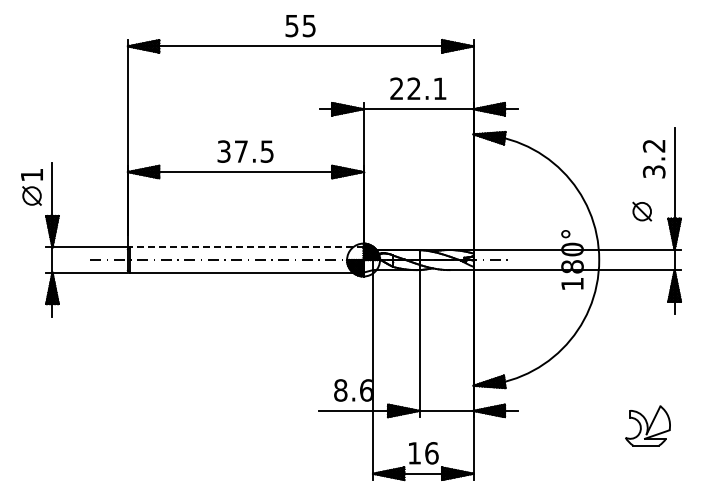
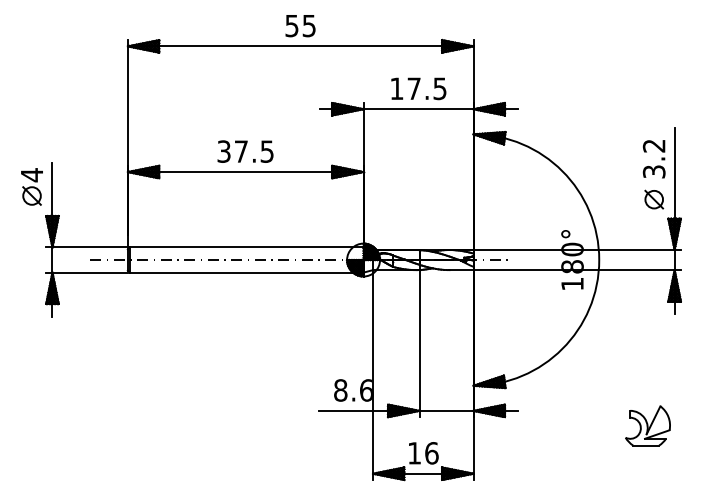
text at (418, 88): 22.1 -> 17.5
text at (31, 175): 1 -> 4
part at (642, 211) position: (642, 211) -> (654, 199)
line at (246, 247): dashed -> solid
